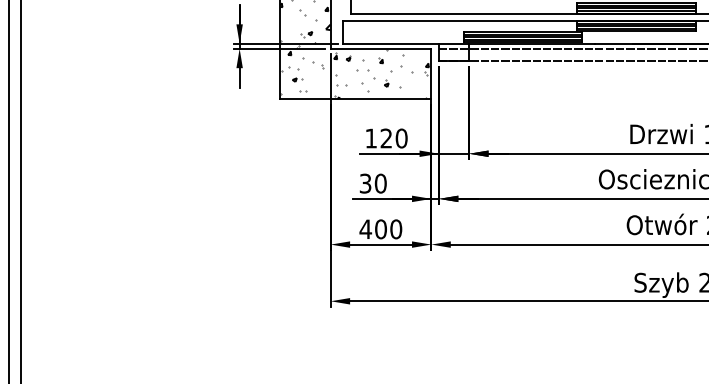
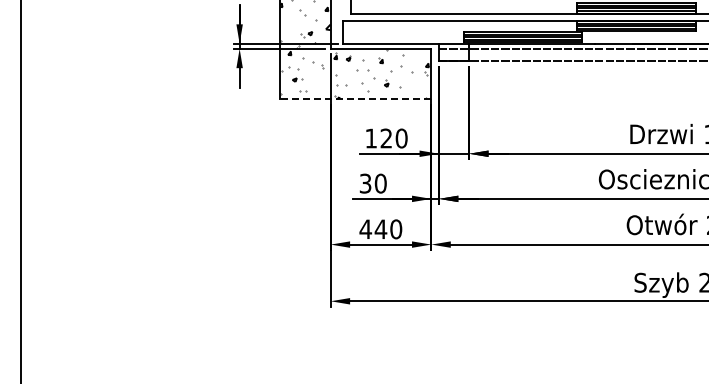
line at (355, 99): solid -> dashed
line at (9, 191): present -> none
text at (380, 229): 400 -> 440
